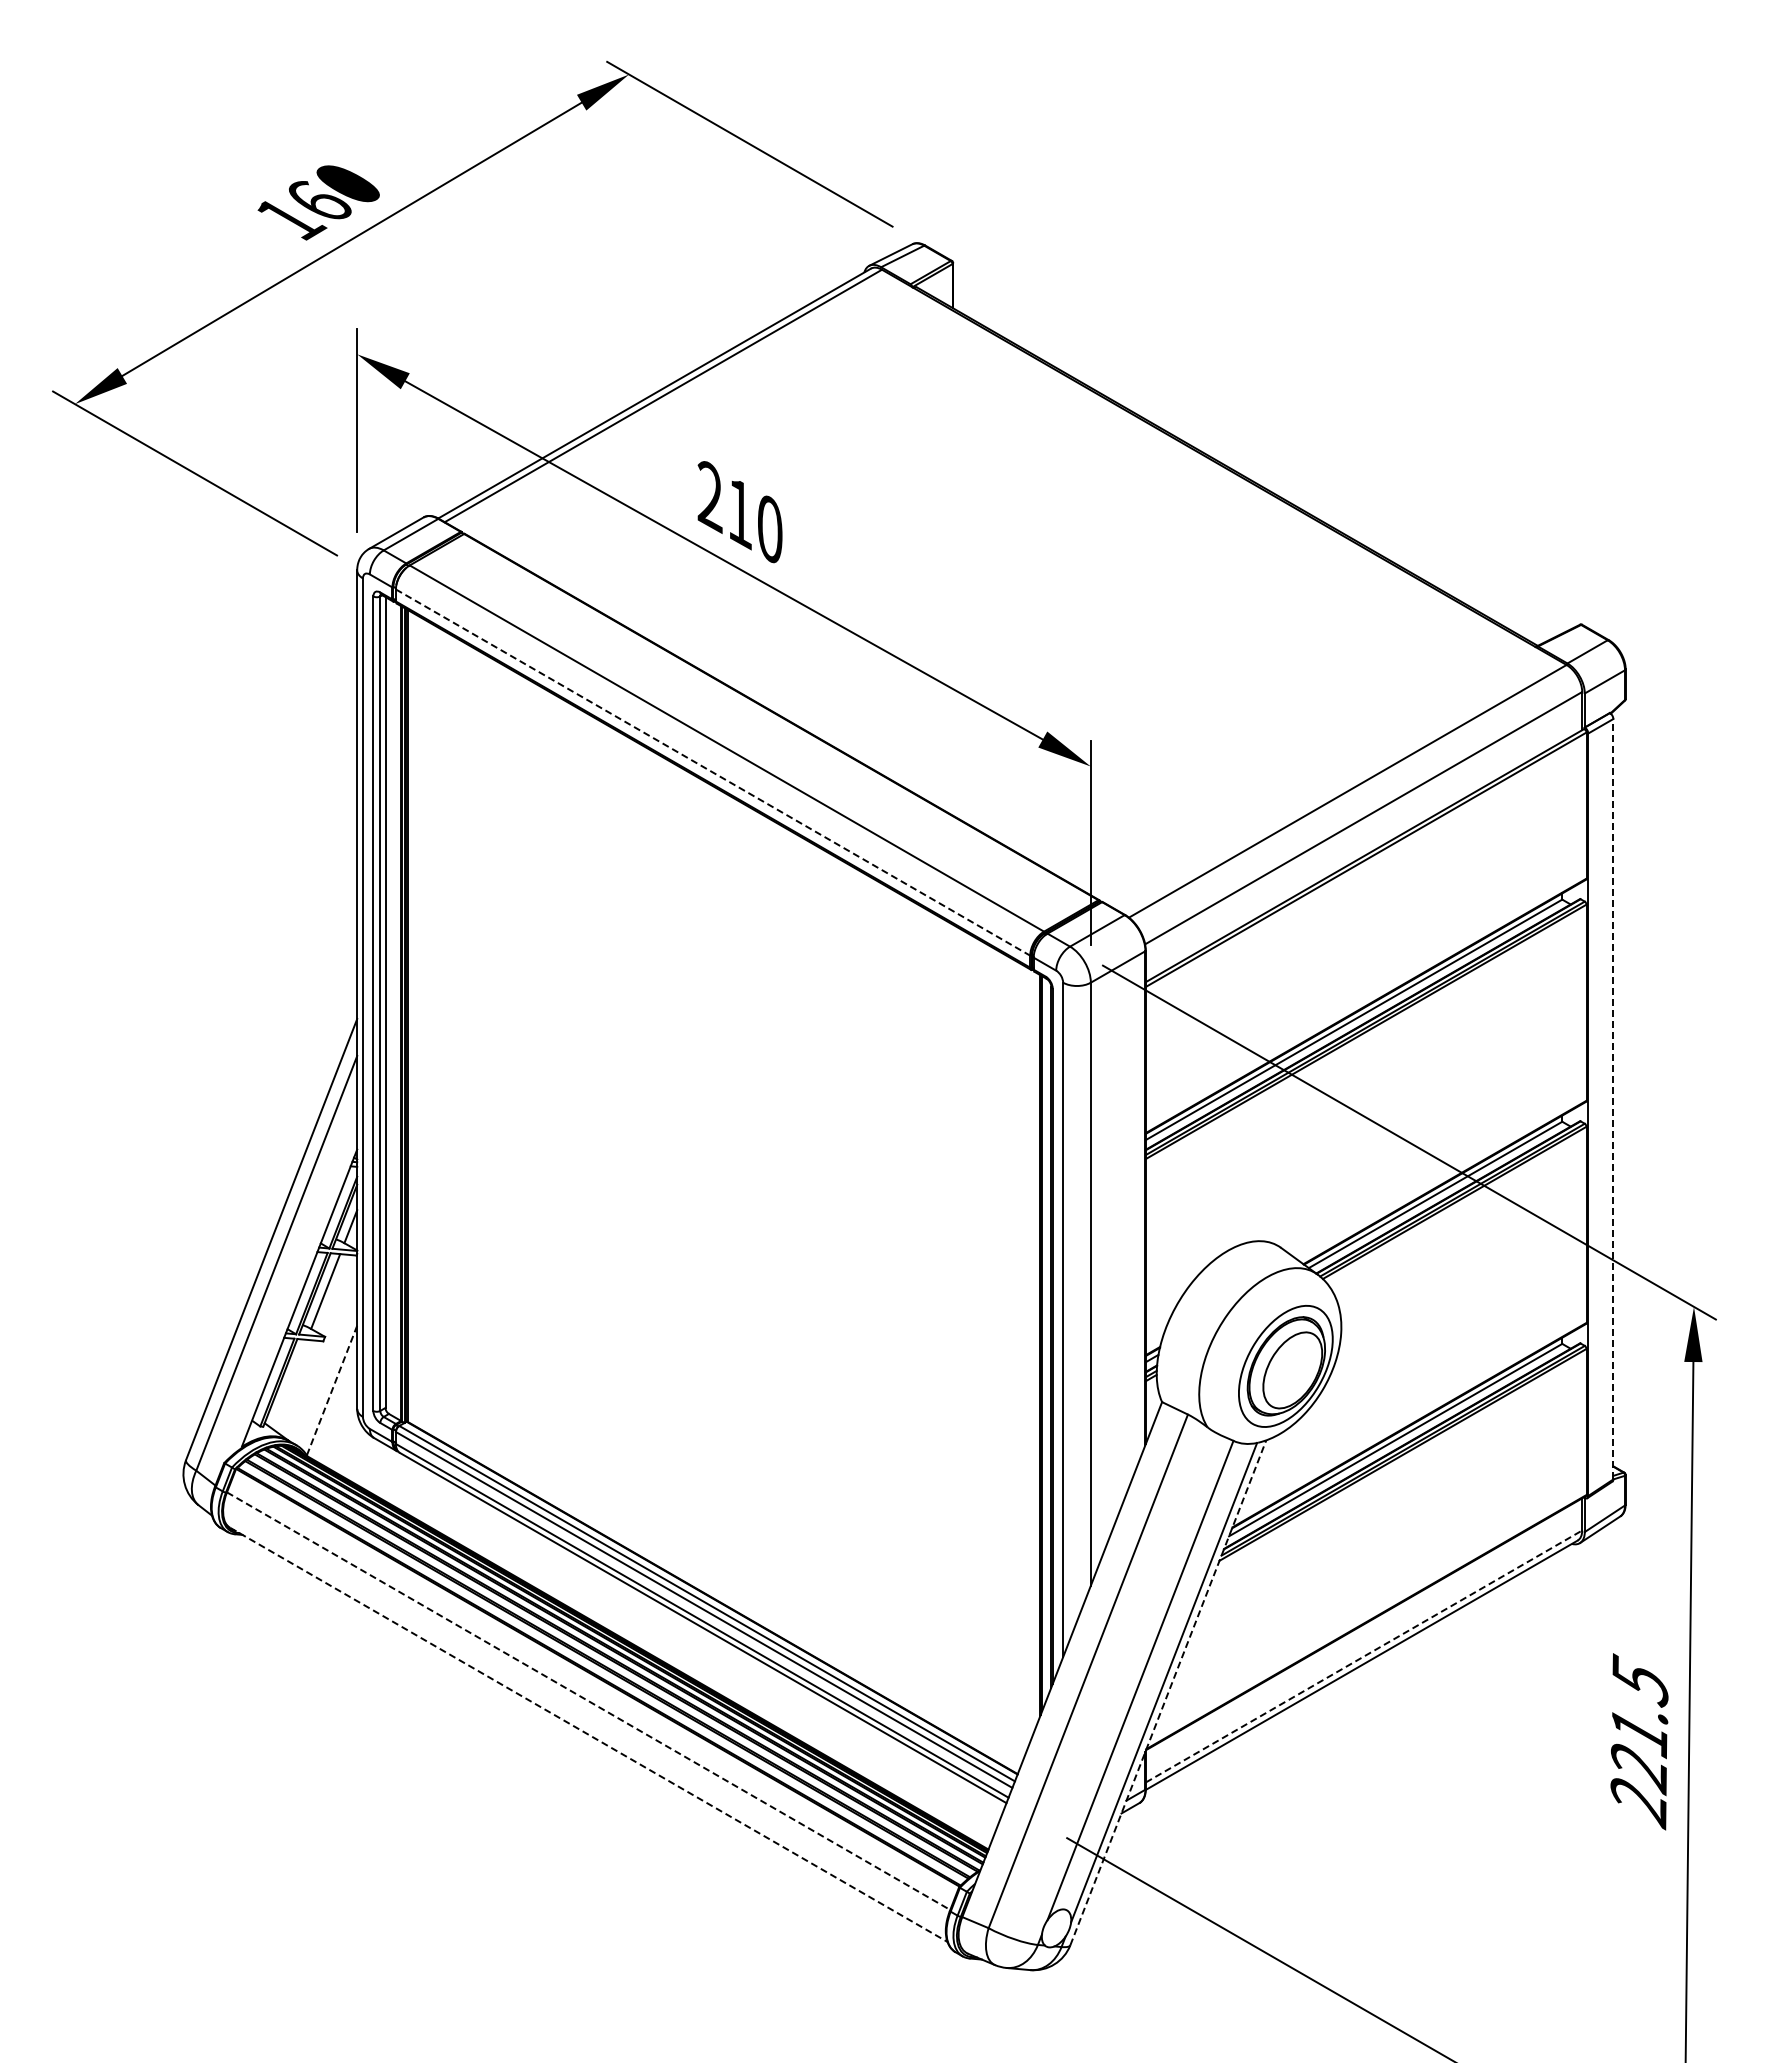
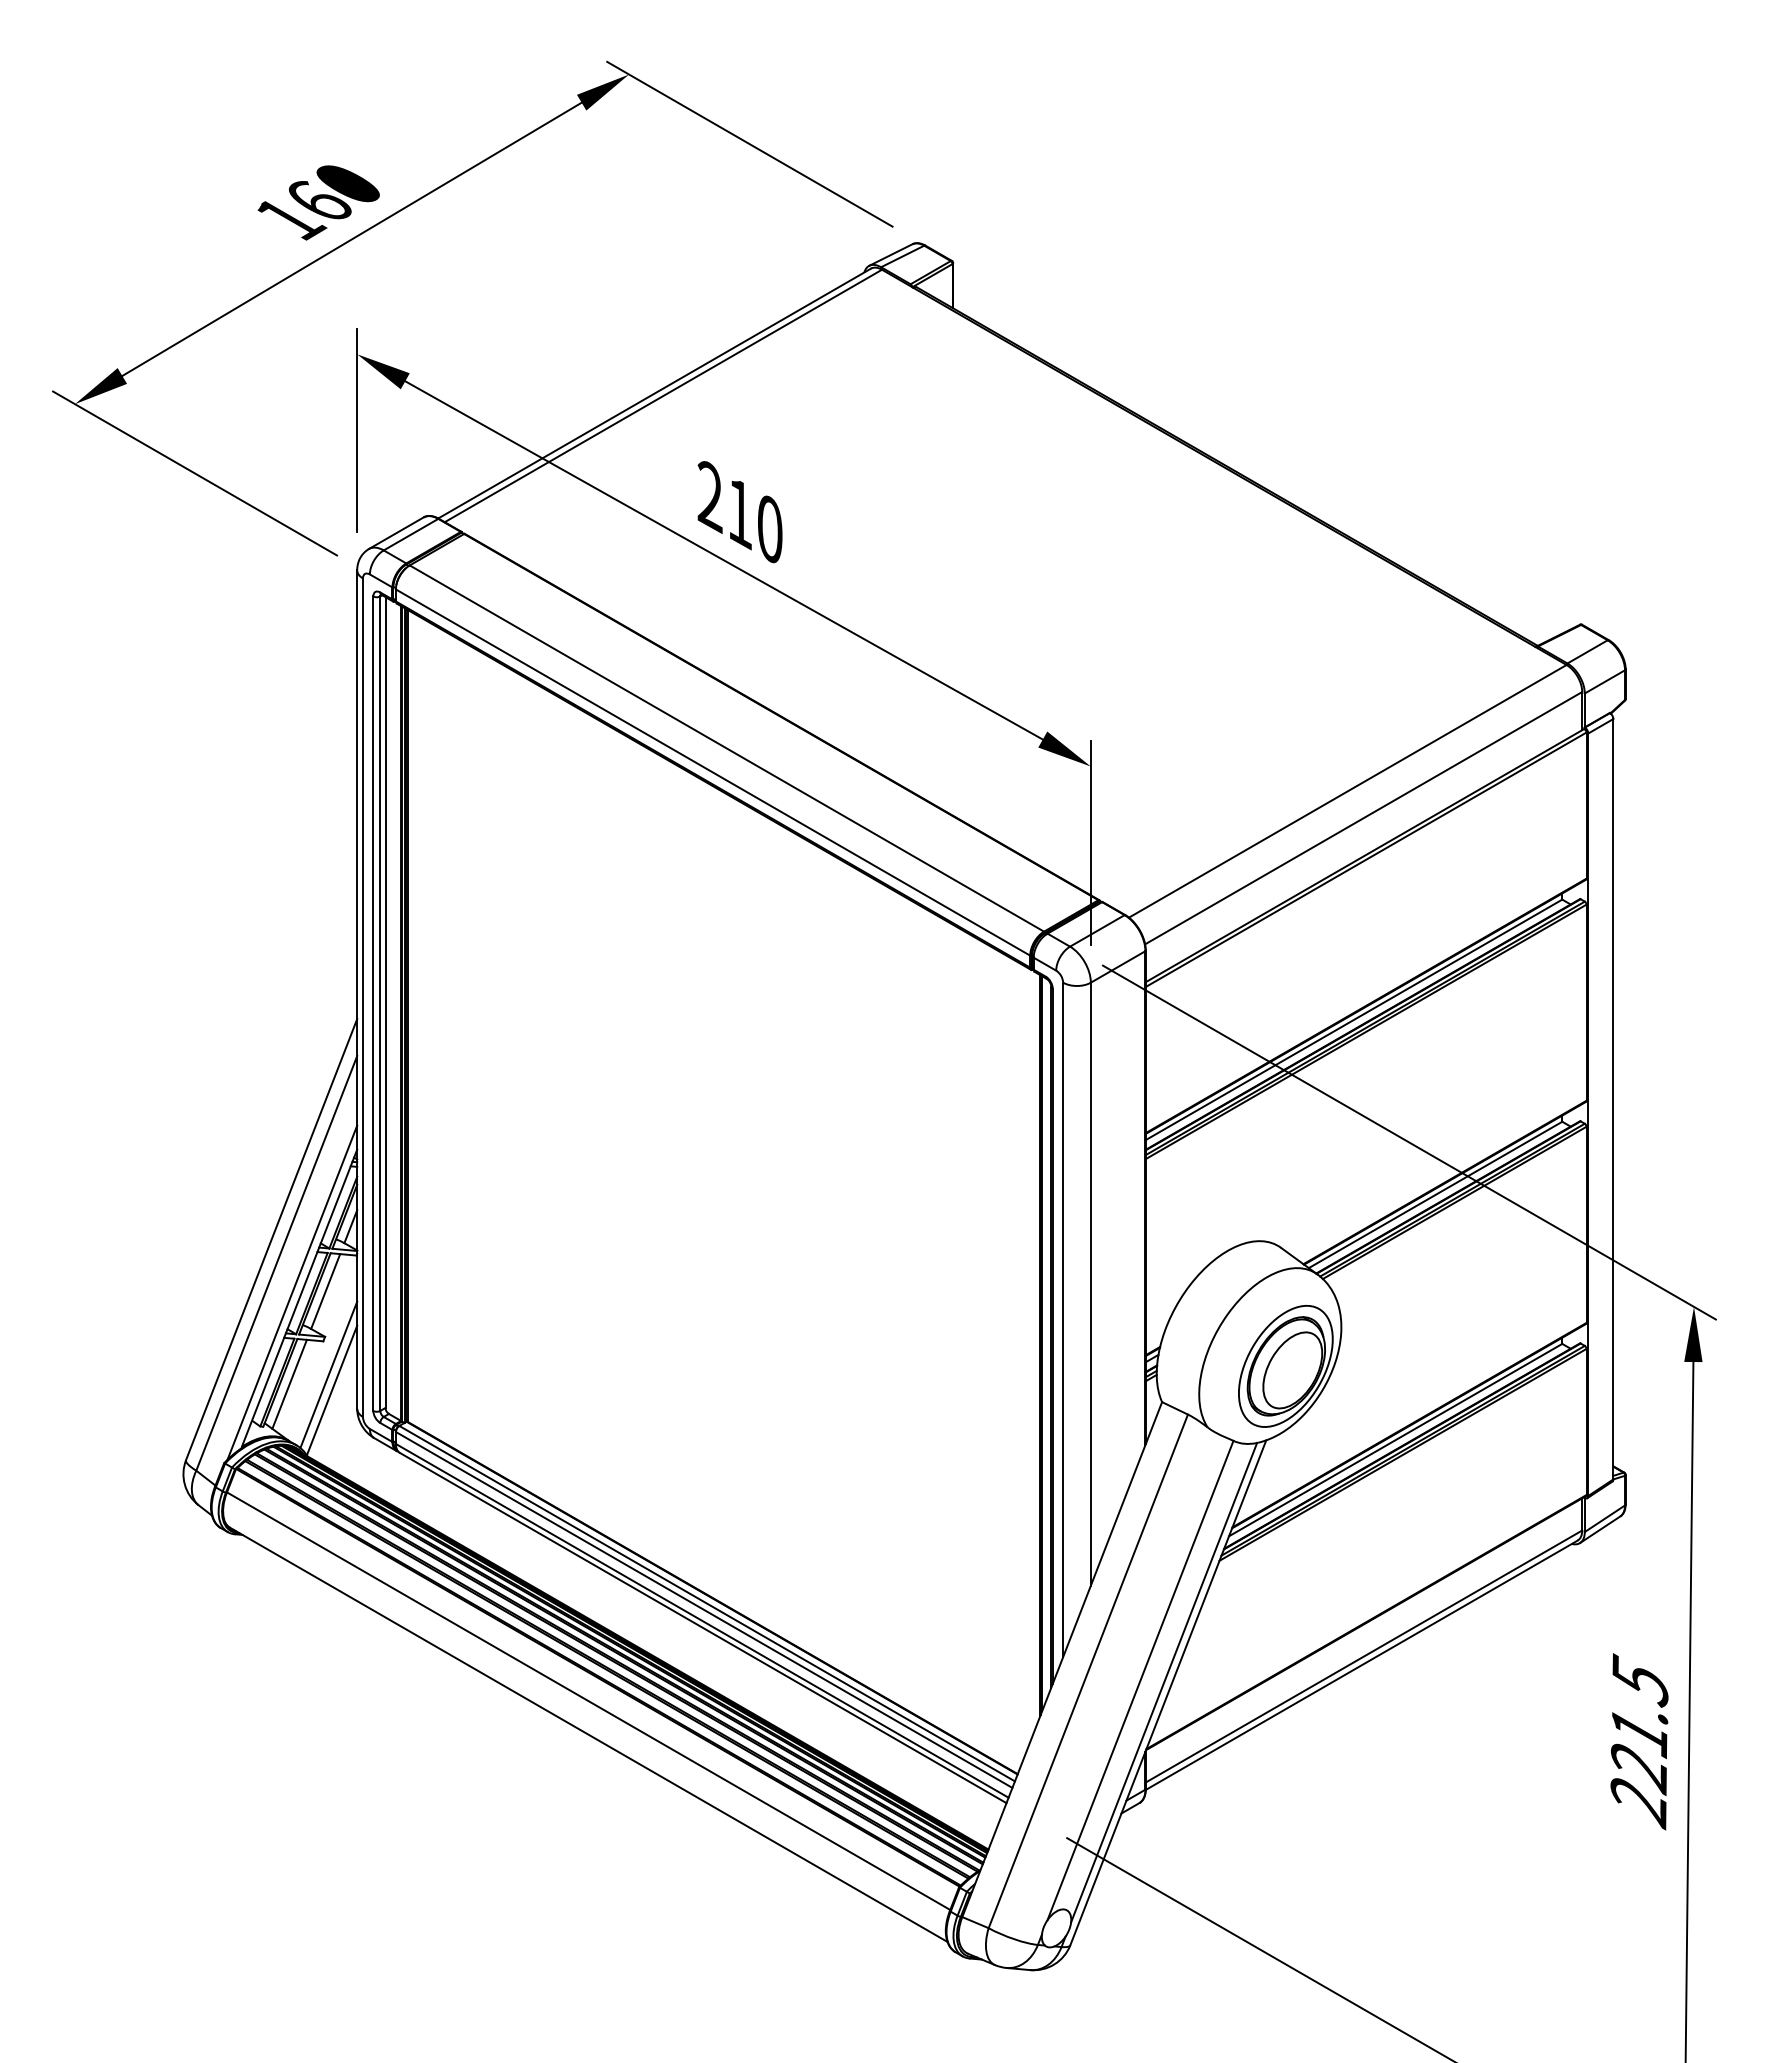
line at (713, 772): dashed -> solid
line at (1613, 1098): dashed -> solid
line at (292, 1292): none -> present
line at (328, 1374): none -> present
line at (289, 1383): none -> present
line at (332, 1390): dashed -> solid
line at (1364, 1656): dashed -> solid
line at (1168, 1692): dashed -> solid
line at (588, 1701): dashed -> solid
line at (589, 1735): dashed -> solid
